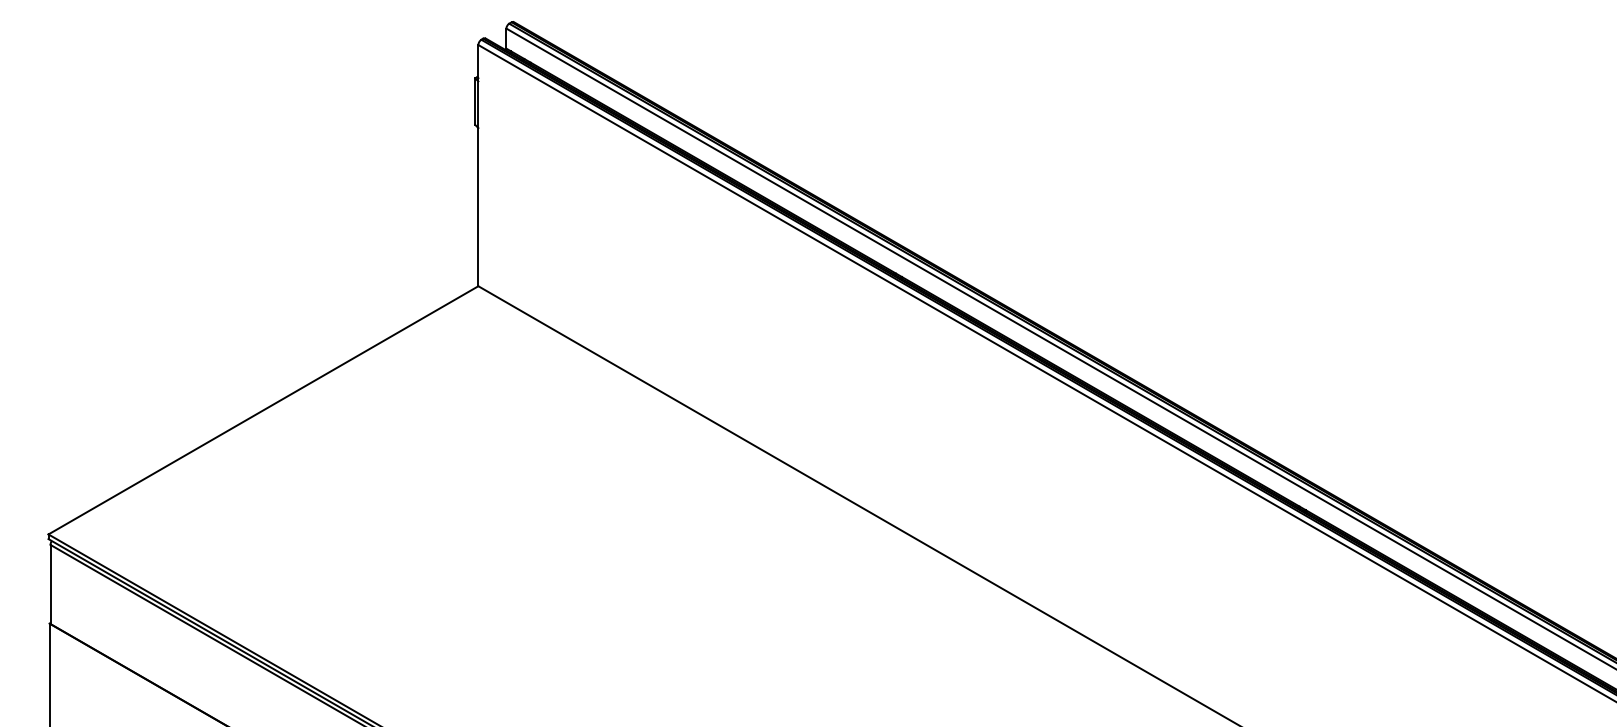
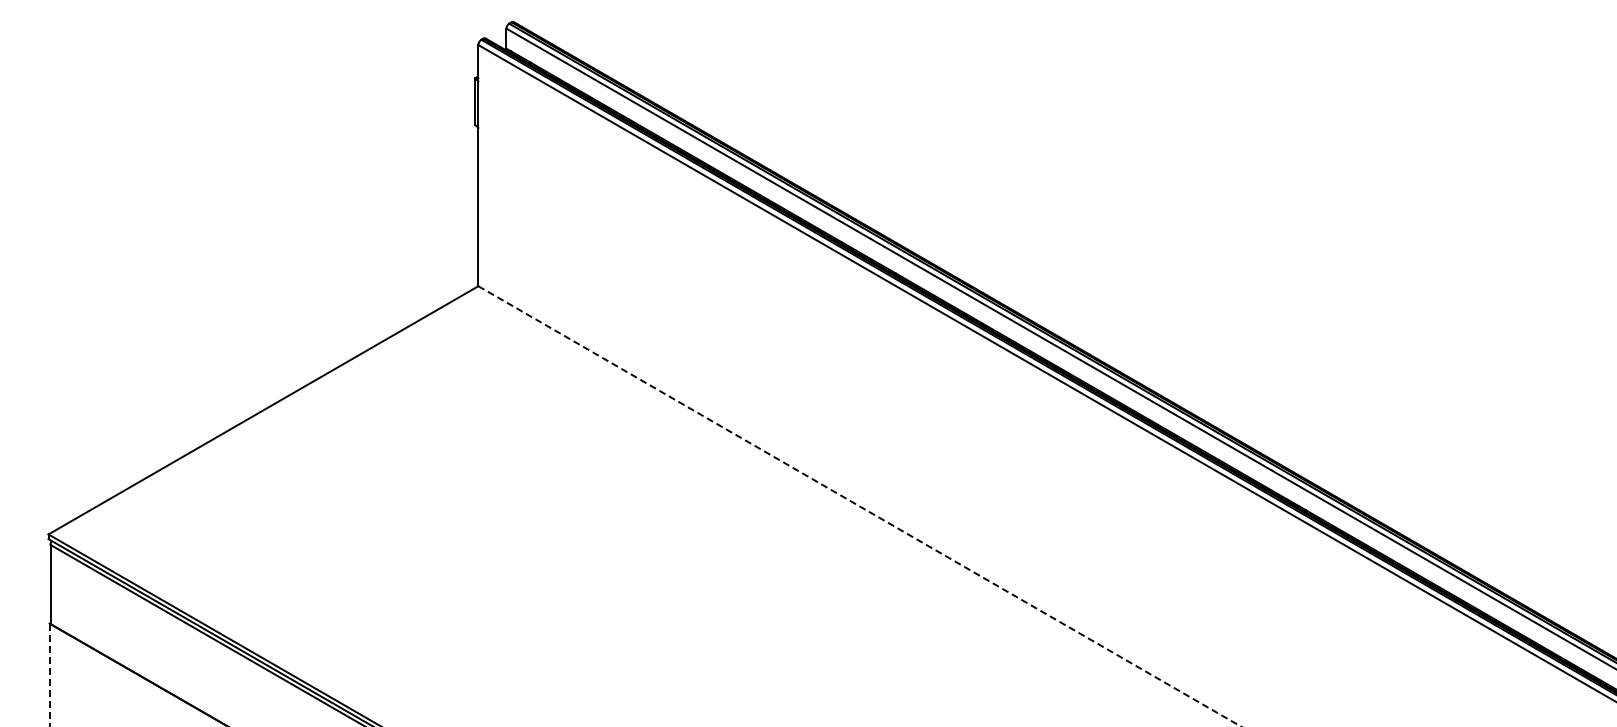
line at (860, 506): solid -> dashed
line at (49, 675): solid -> dashed
